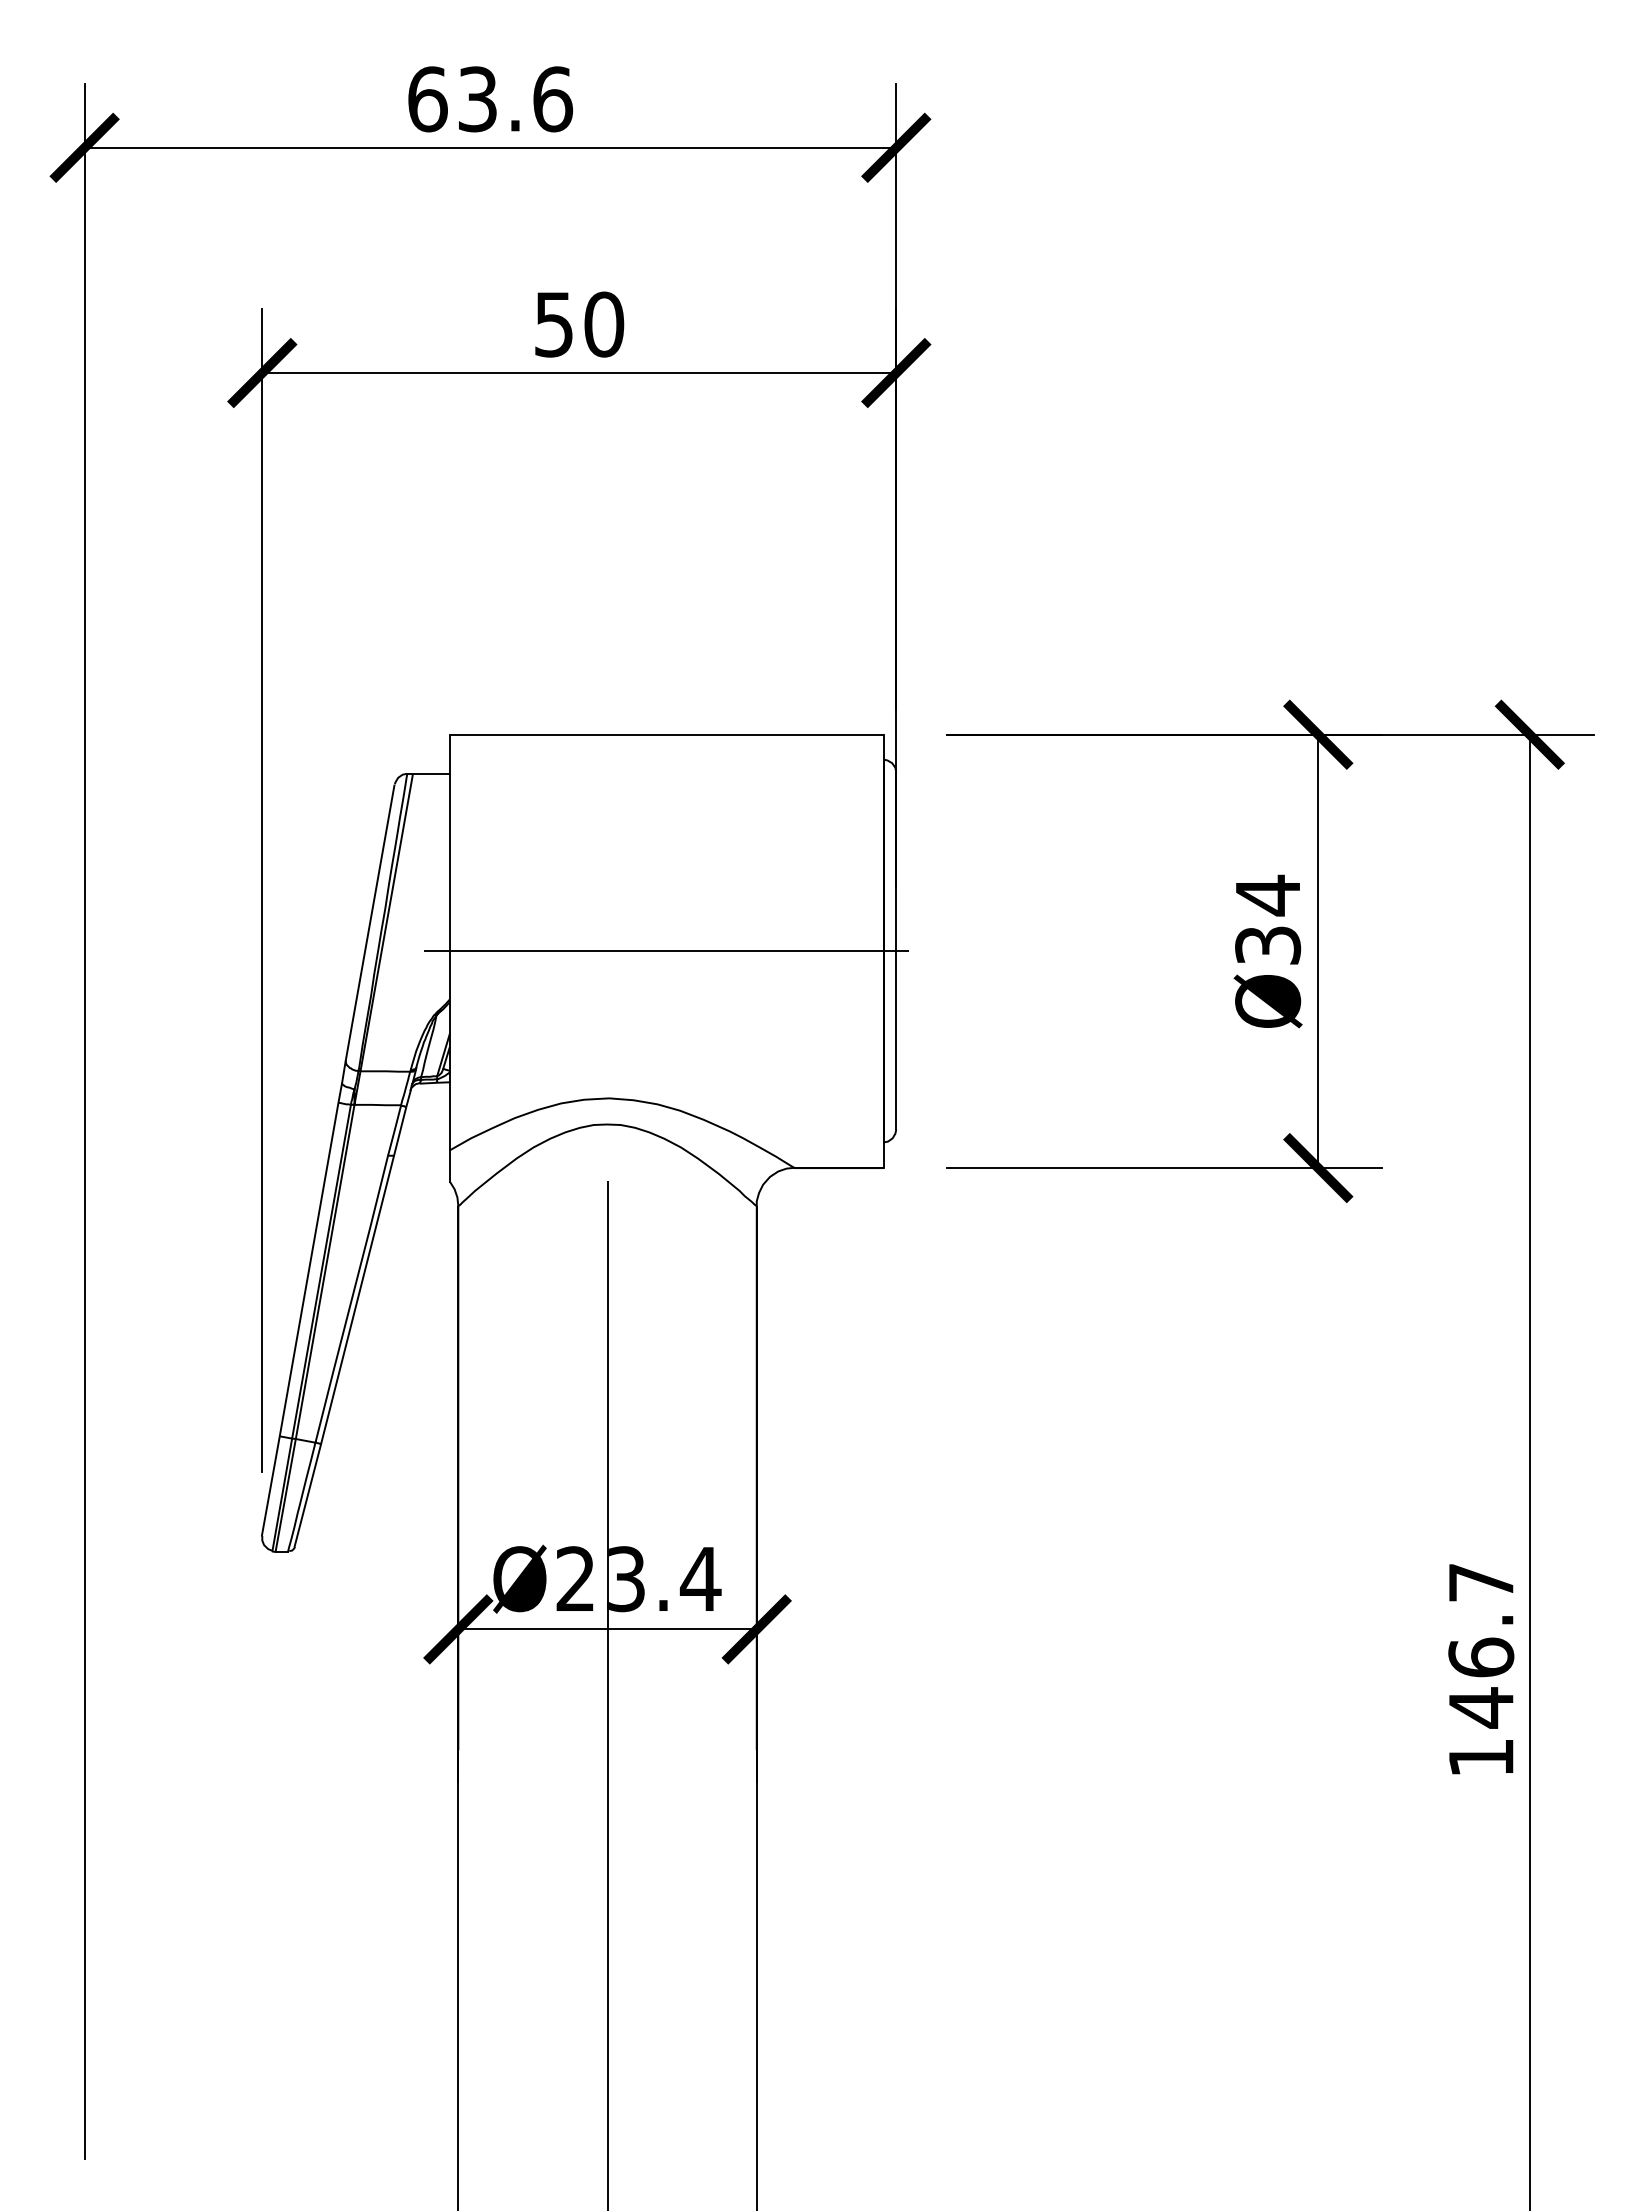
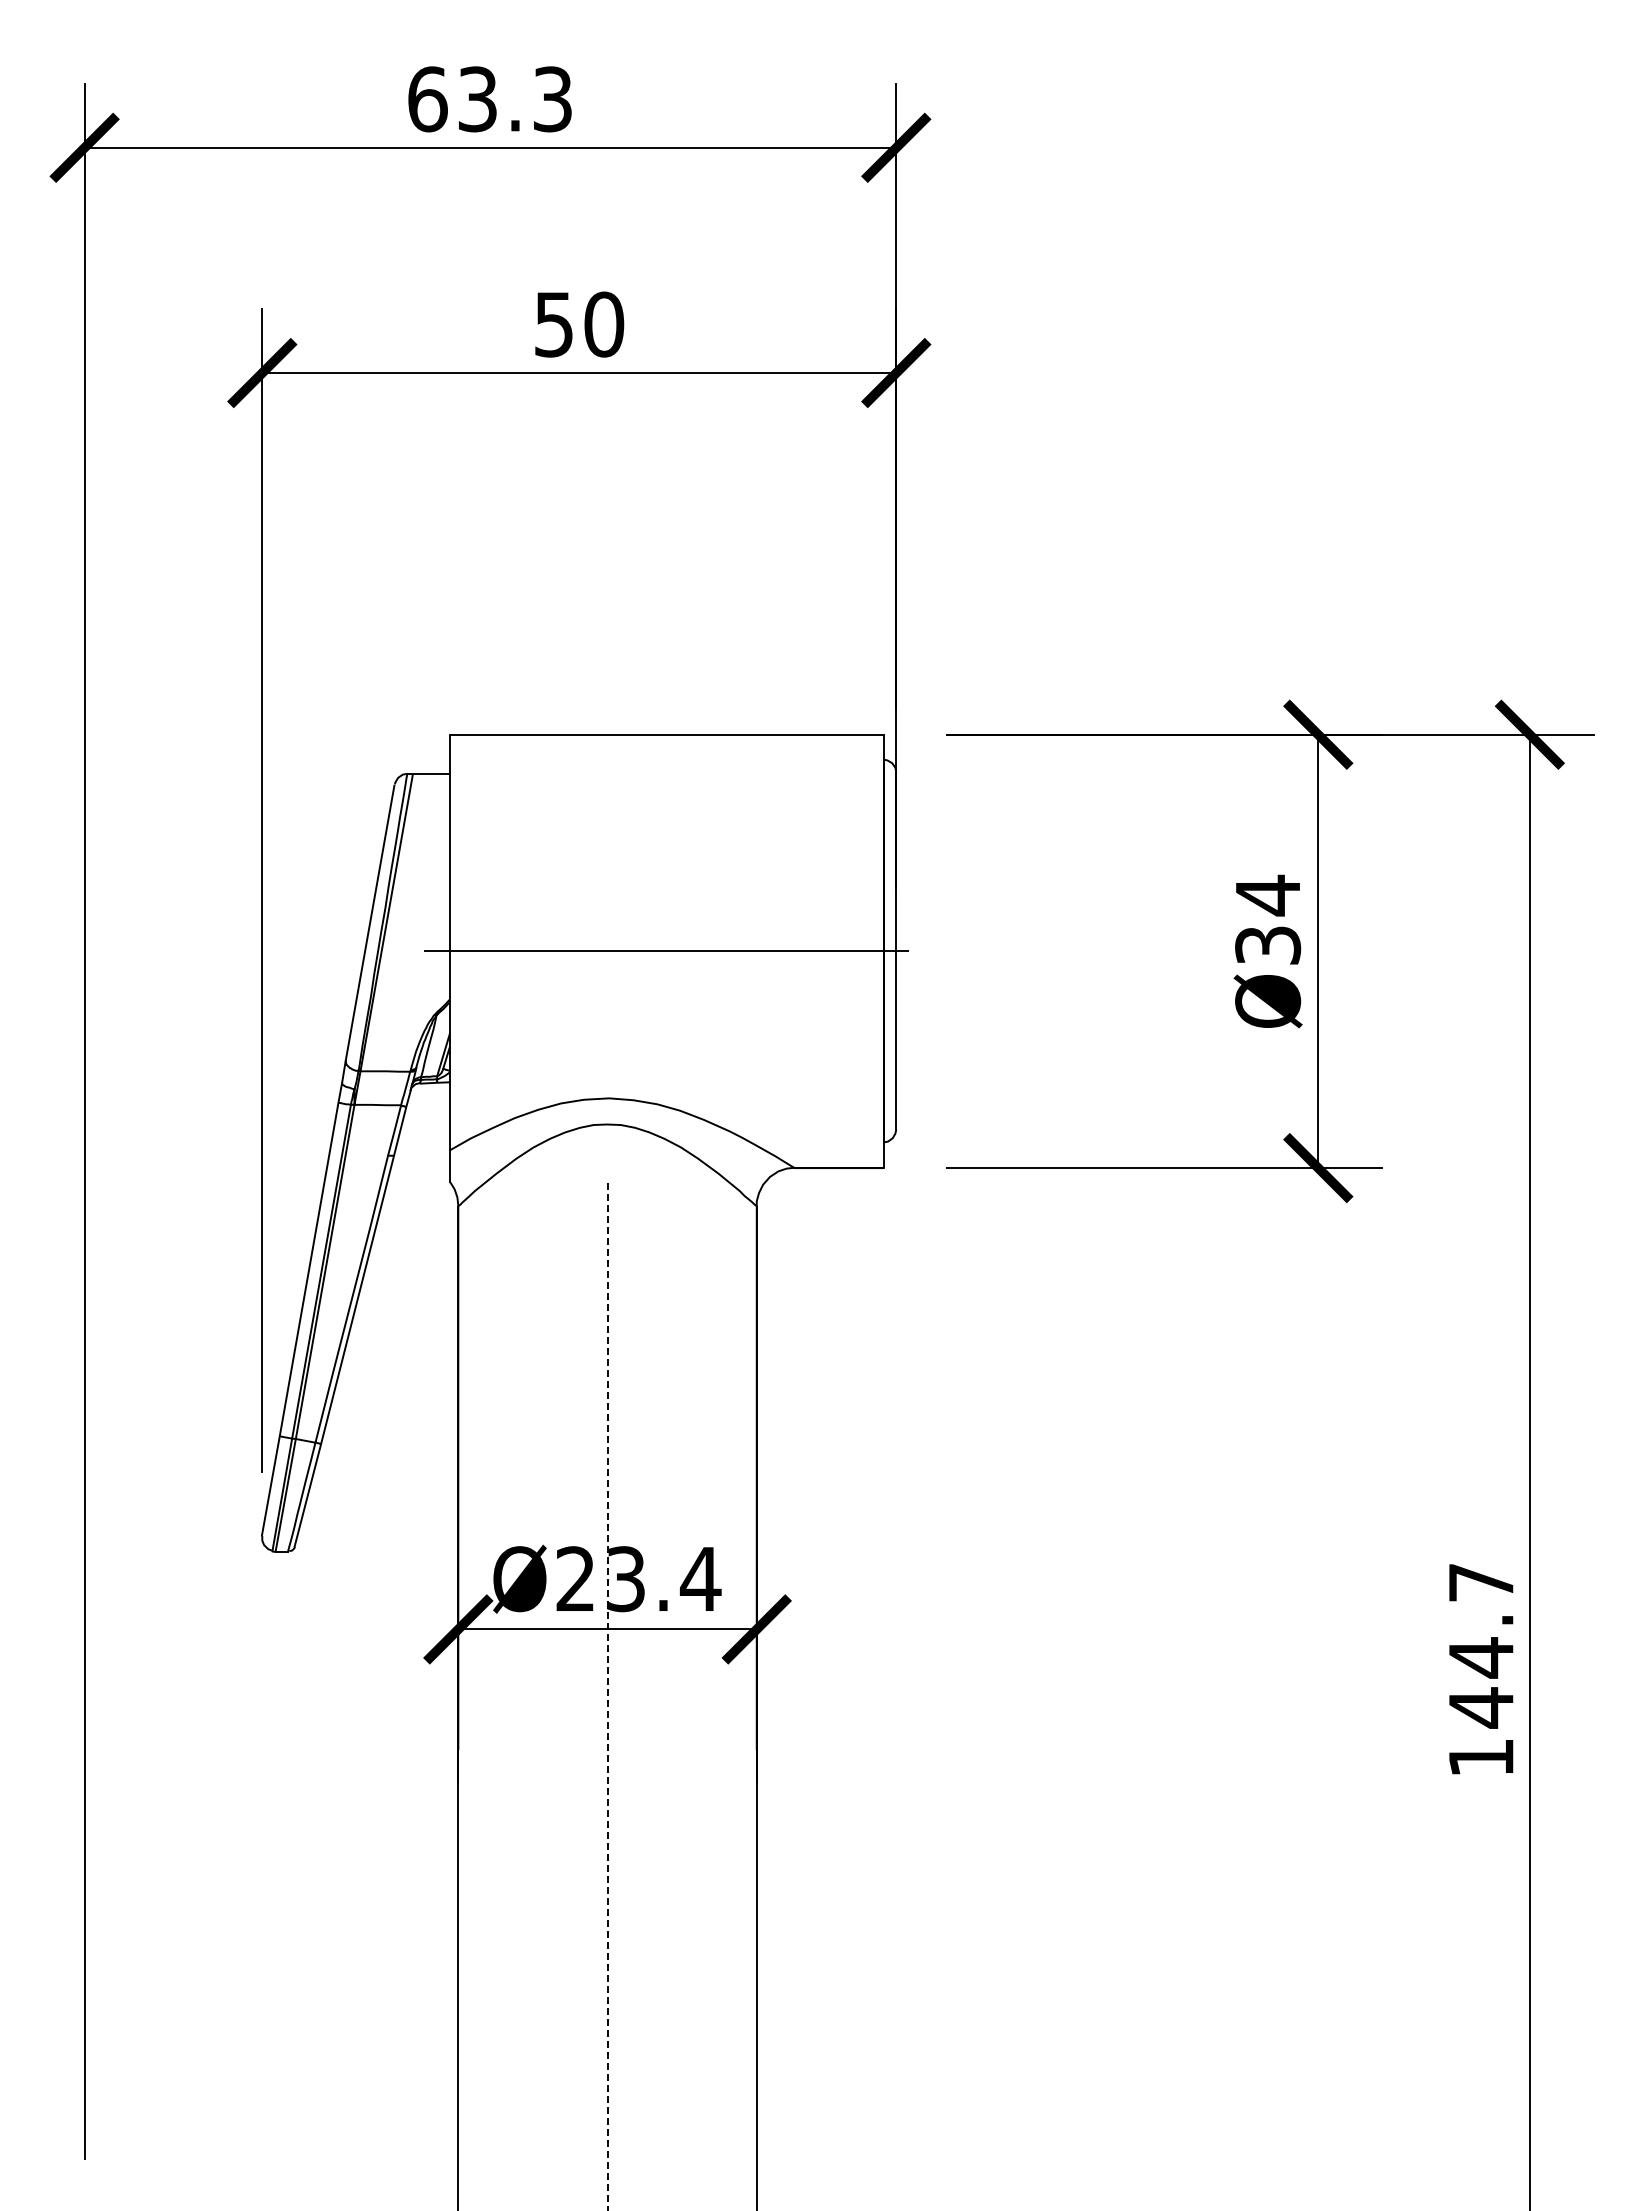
text at (553, 99): 63.6 -> 63.3
text at (1481, 1657): 146.7 -> 144.7
line at (607, 1695): solid -> dashed
